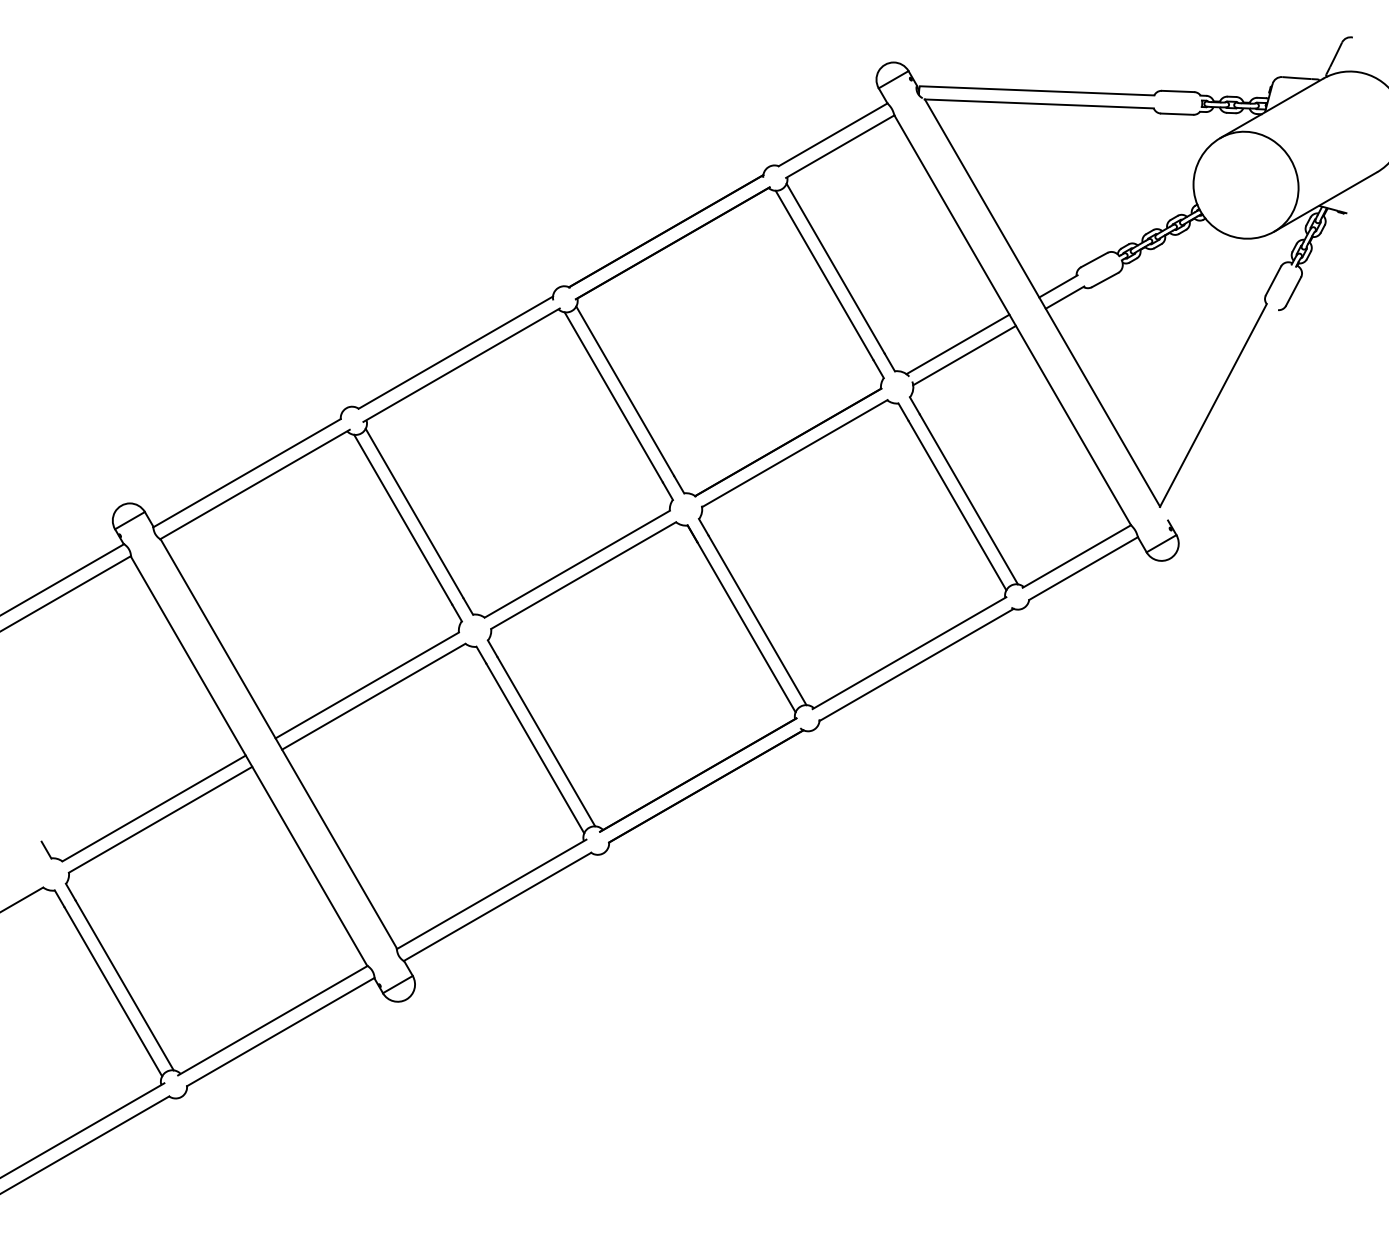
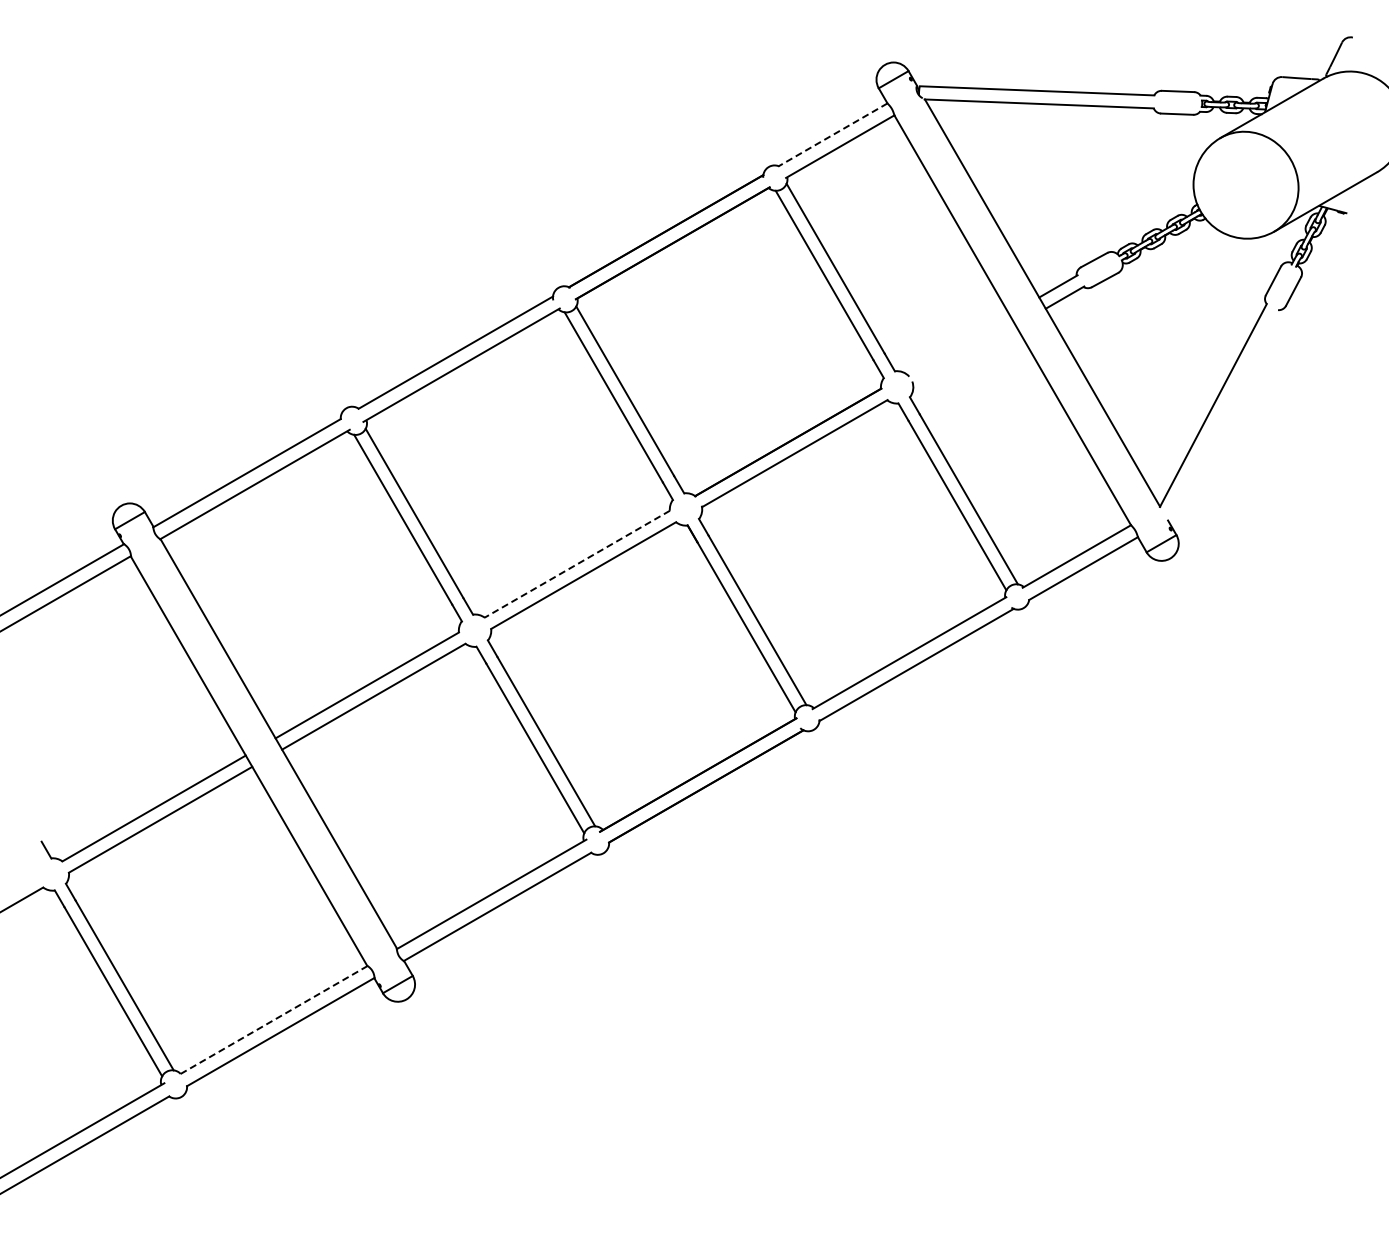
line at (833, 134): solid -> dashed
line at (957, 344): present -> none
line at (964, 355): present -> none
line at (577, 564): solid -> dashed
line at (272, 1020): solid -> dashed
